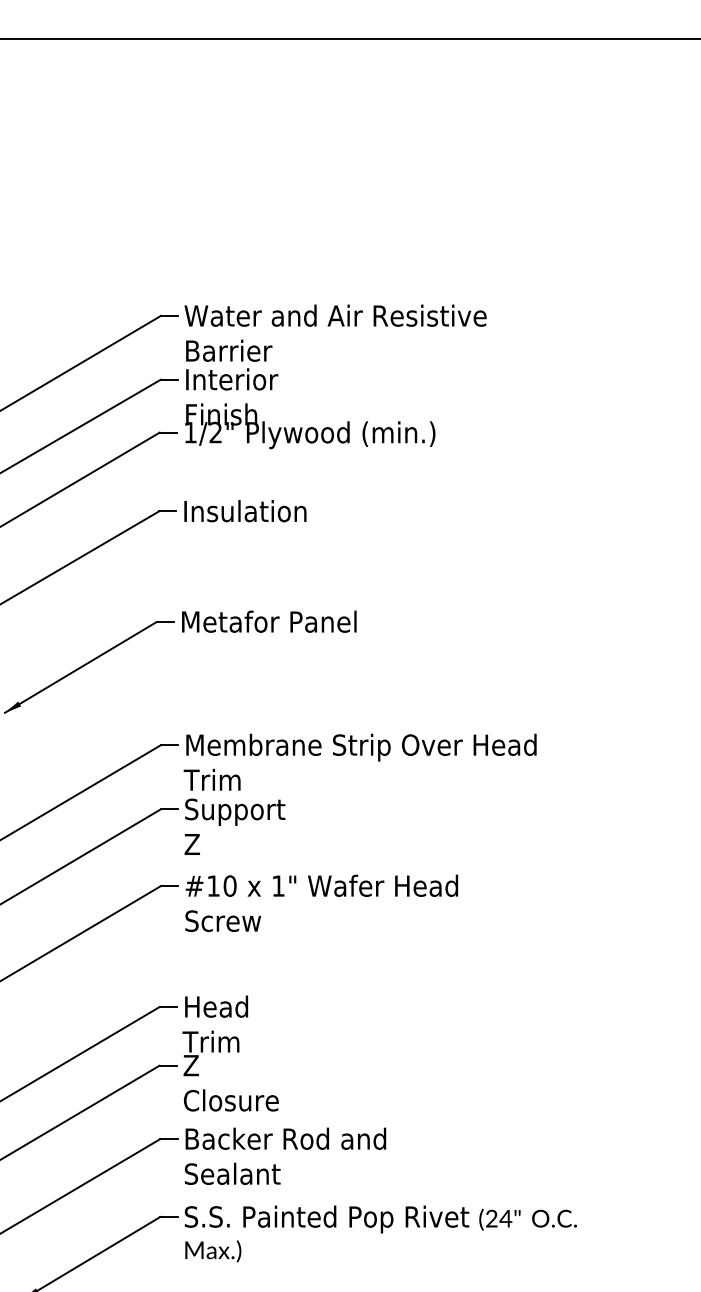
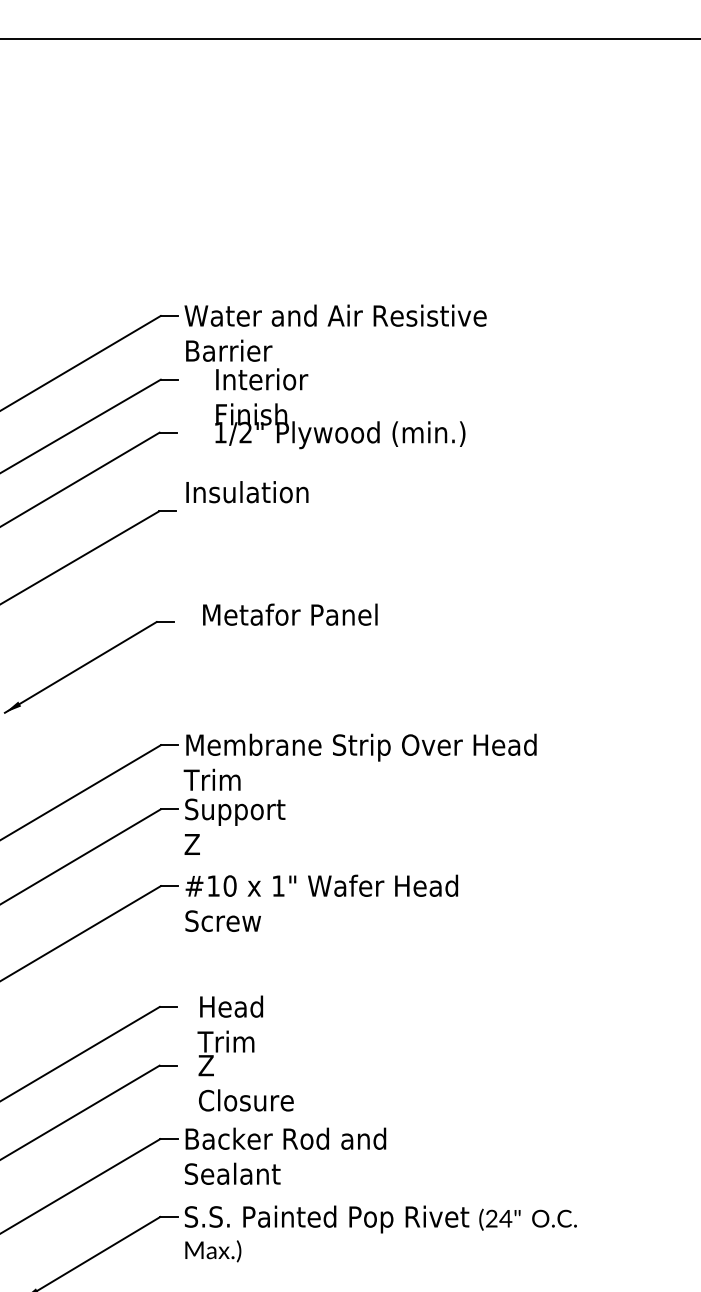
text at (310, 408) position: (310, 408) -> (340, 408)
text at (245, 511) position: (245, 511) -> (247, 492)
text at (269, 621) position: (269, 621) -> (290, 614)
text at (230, 1053) position: (230, 1053) -> (245, 1053)
